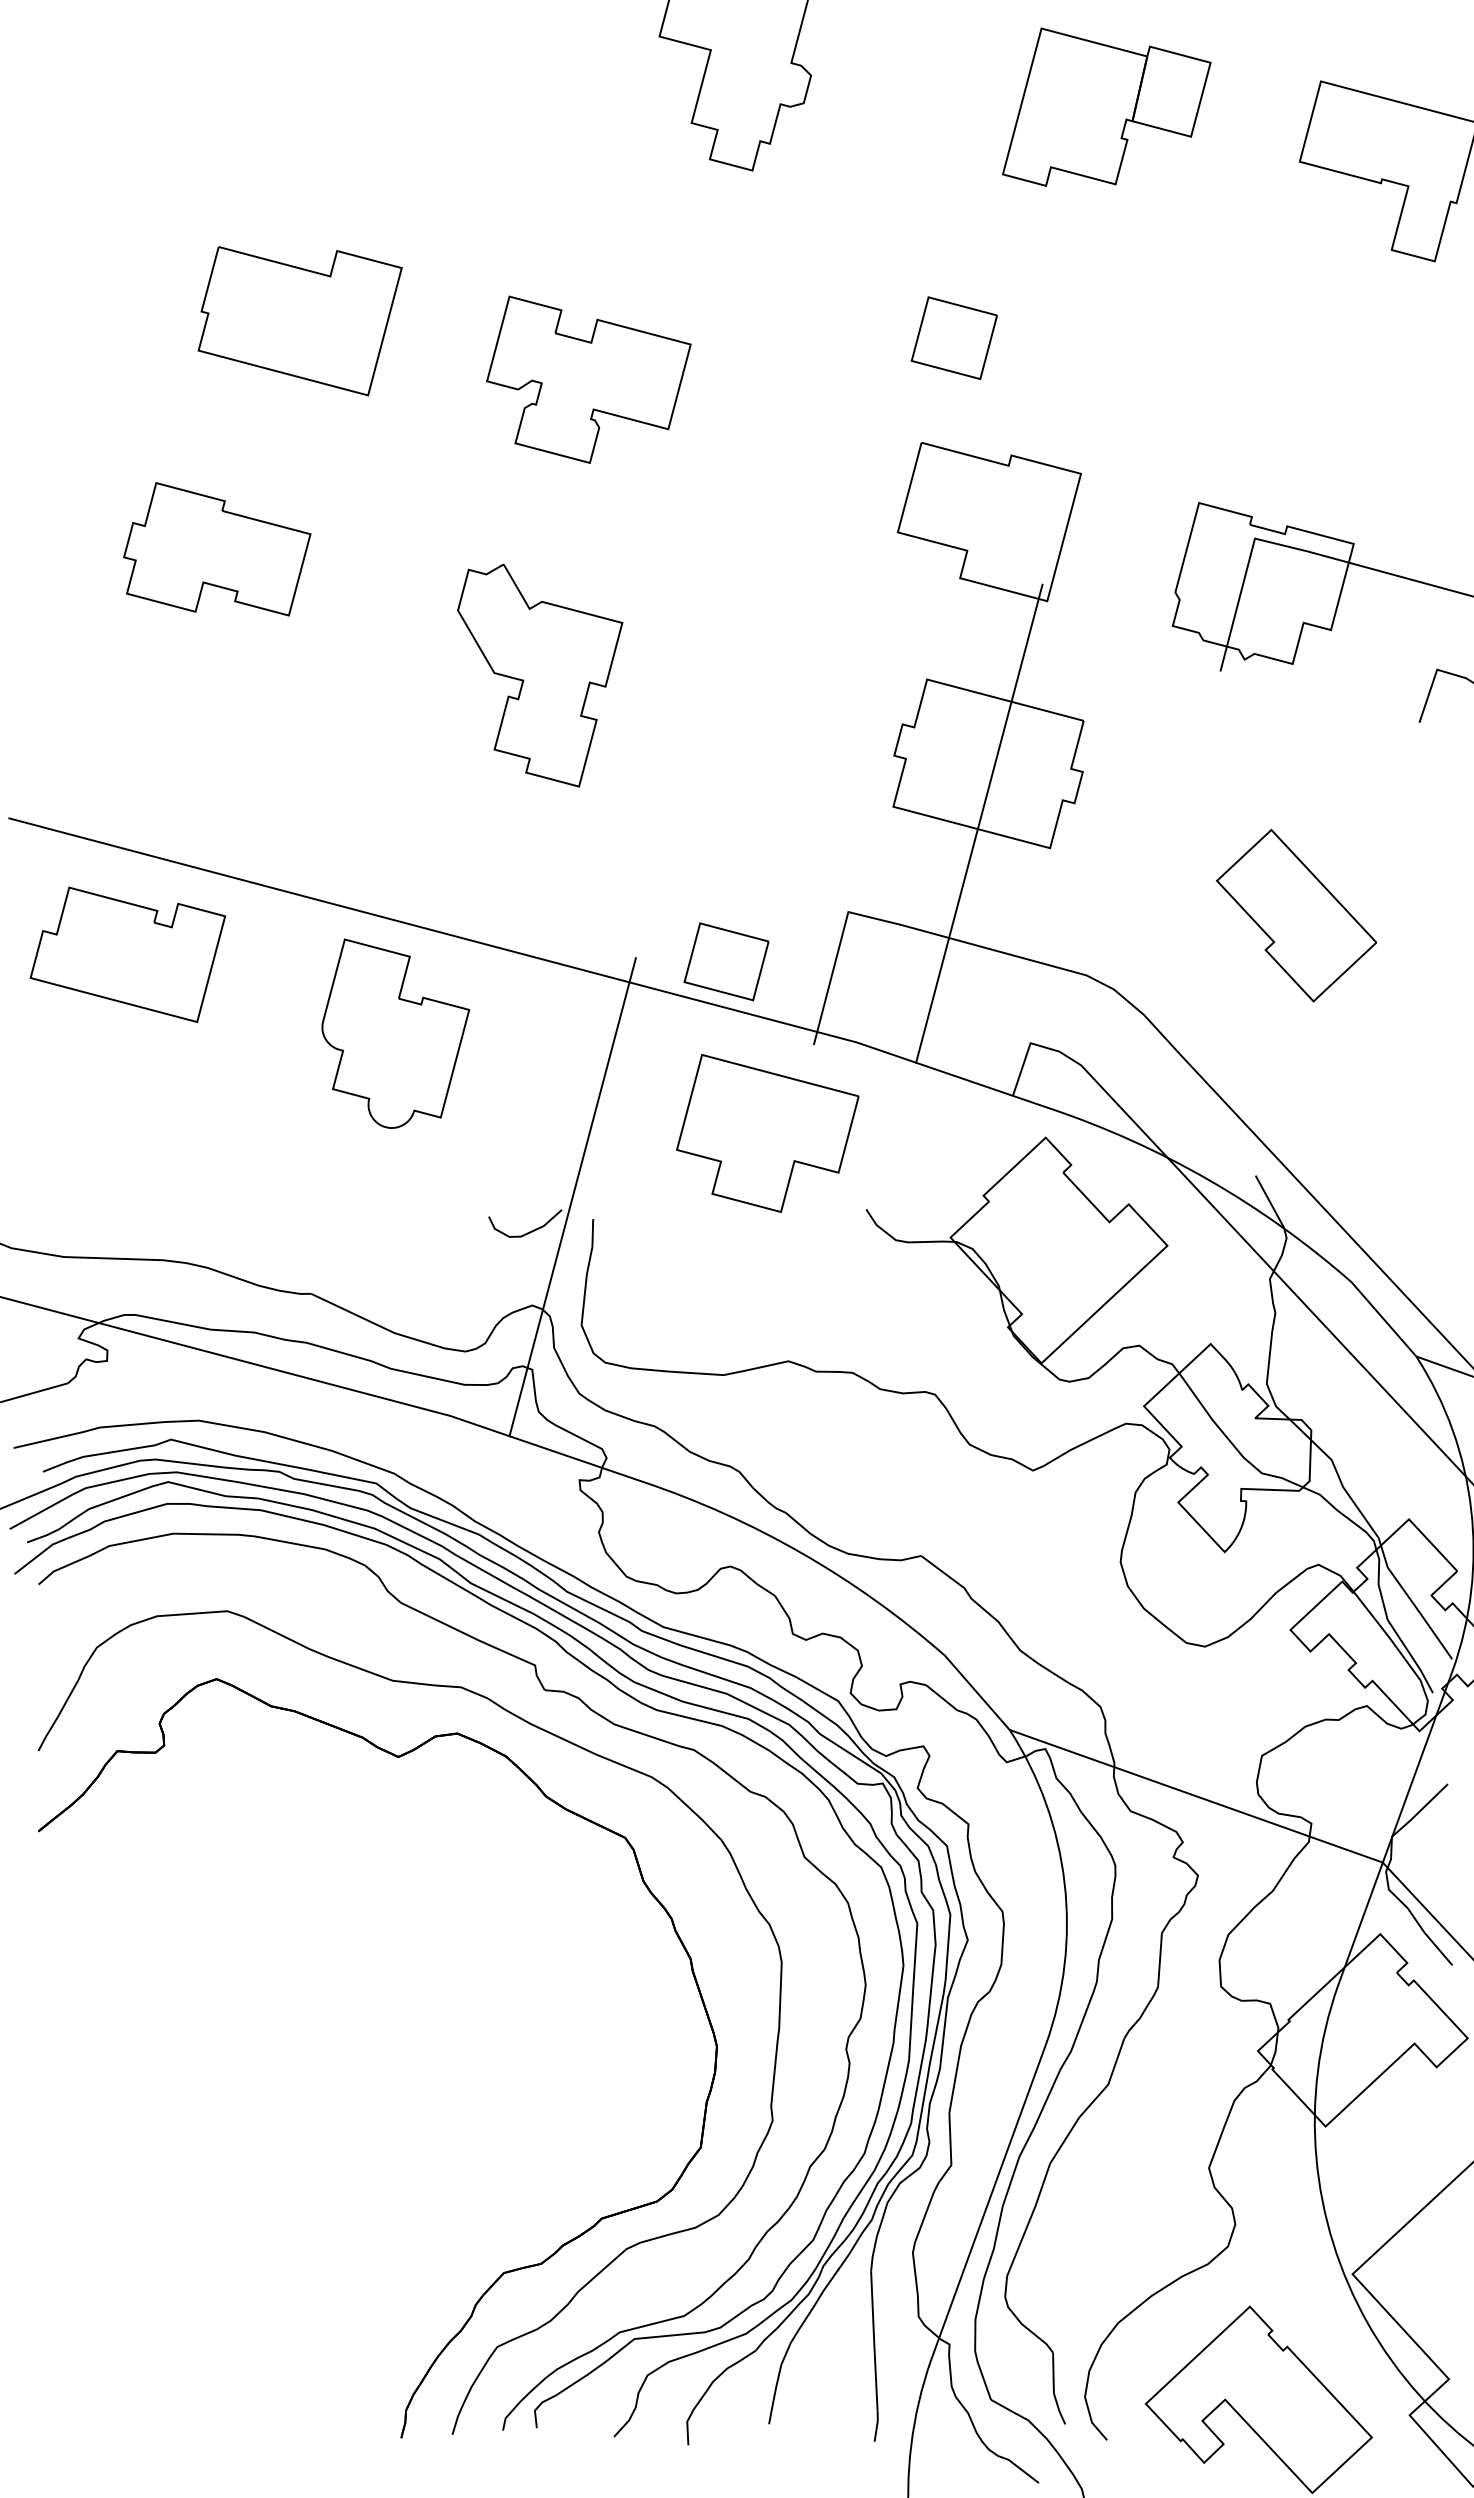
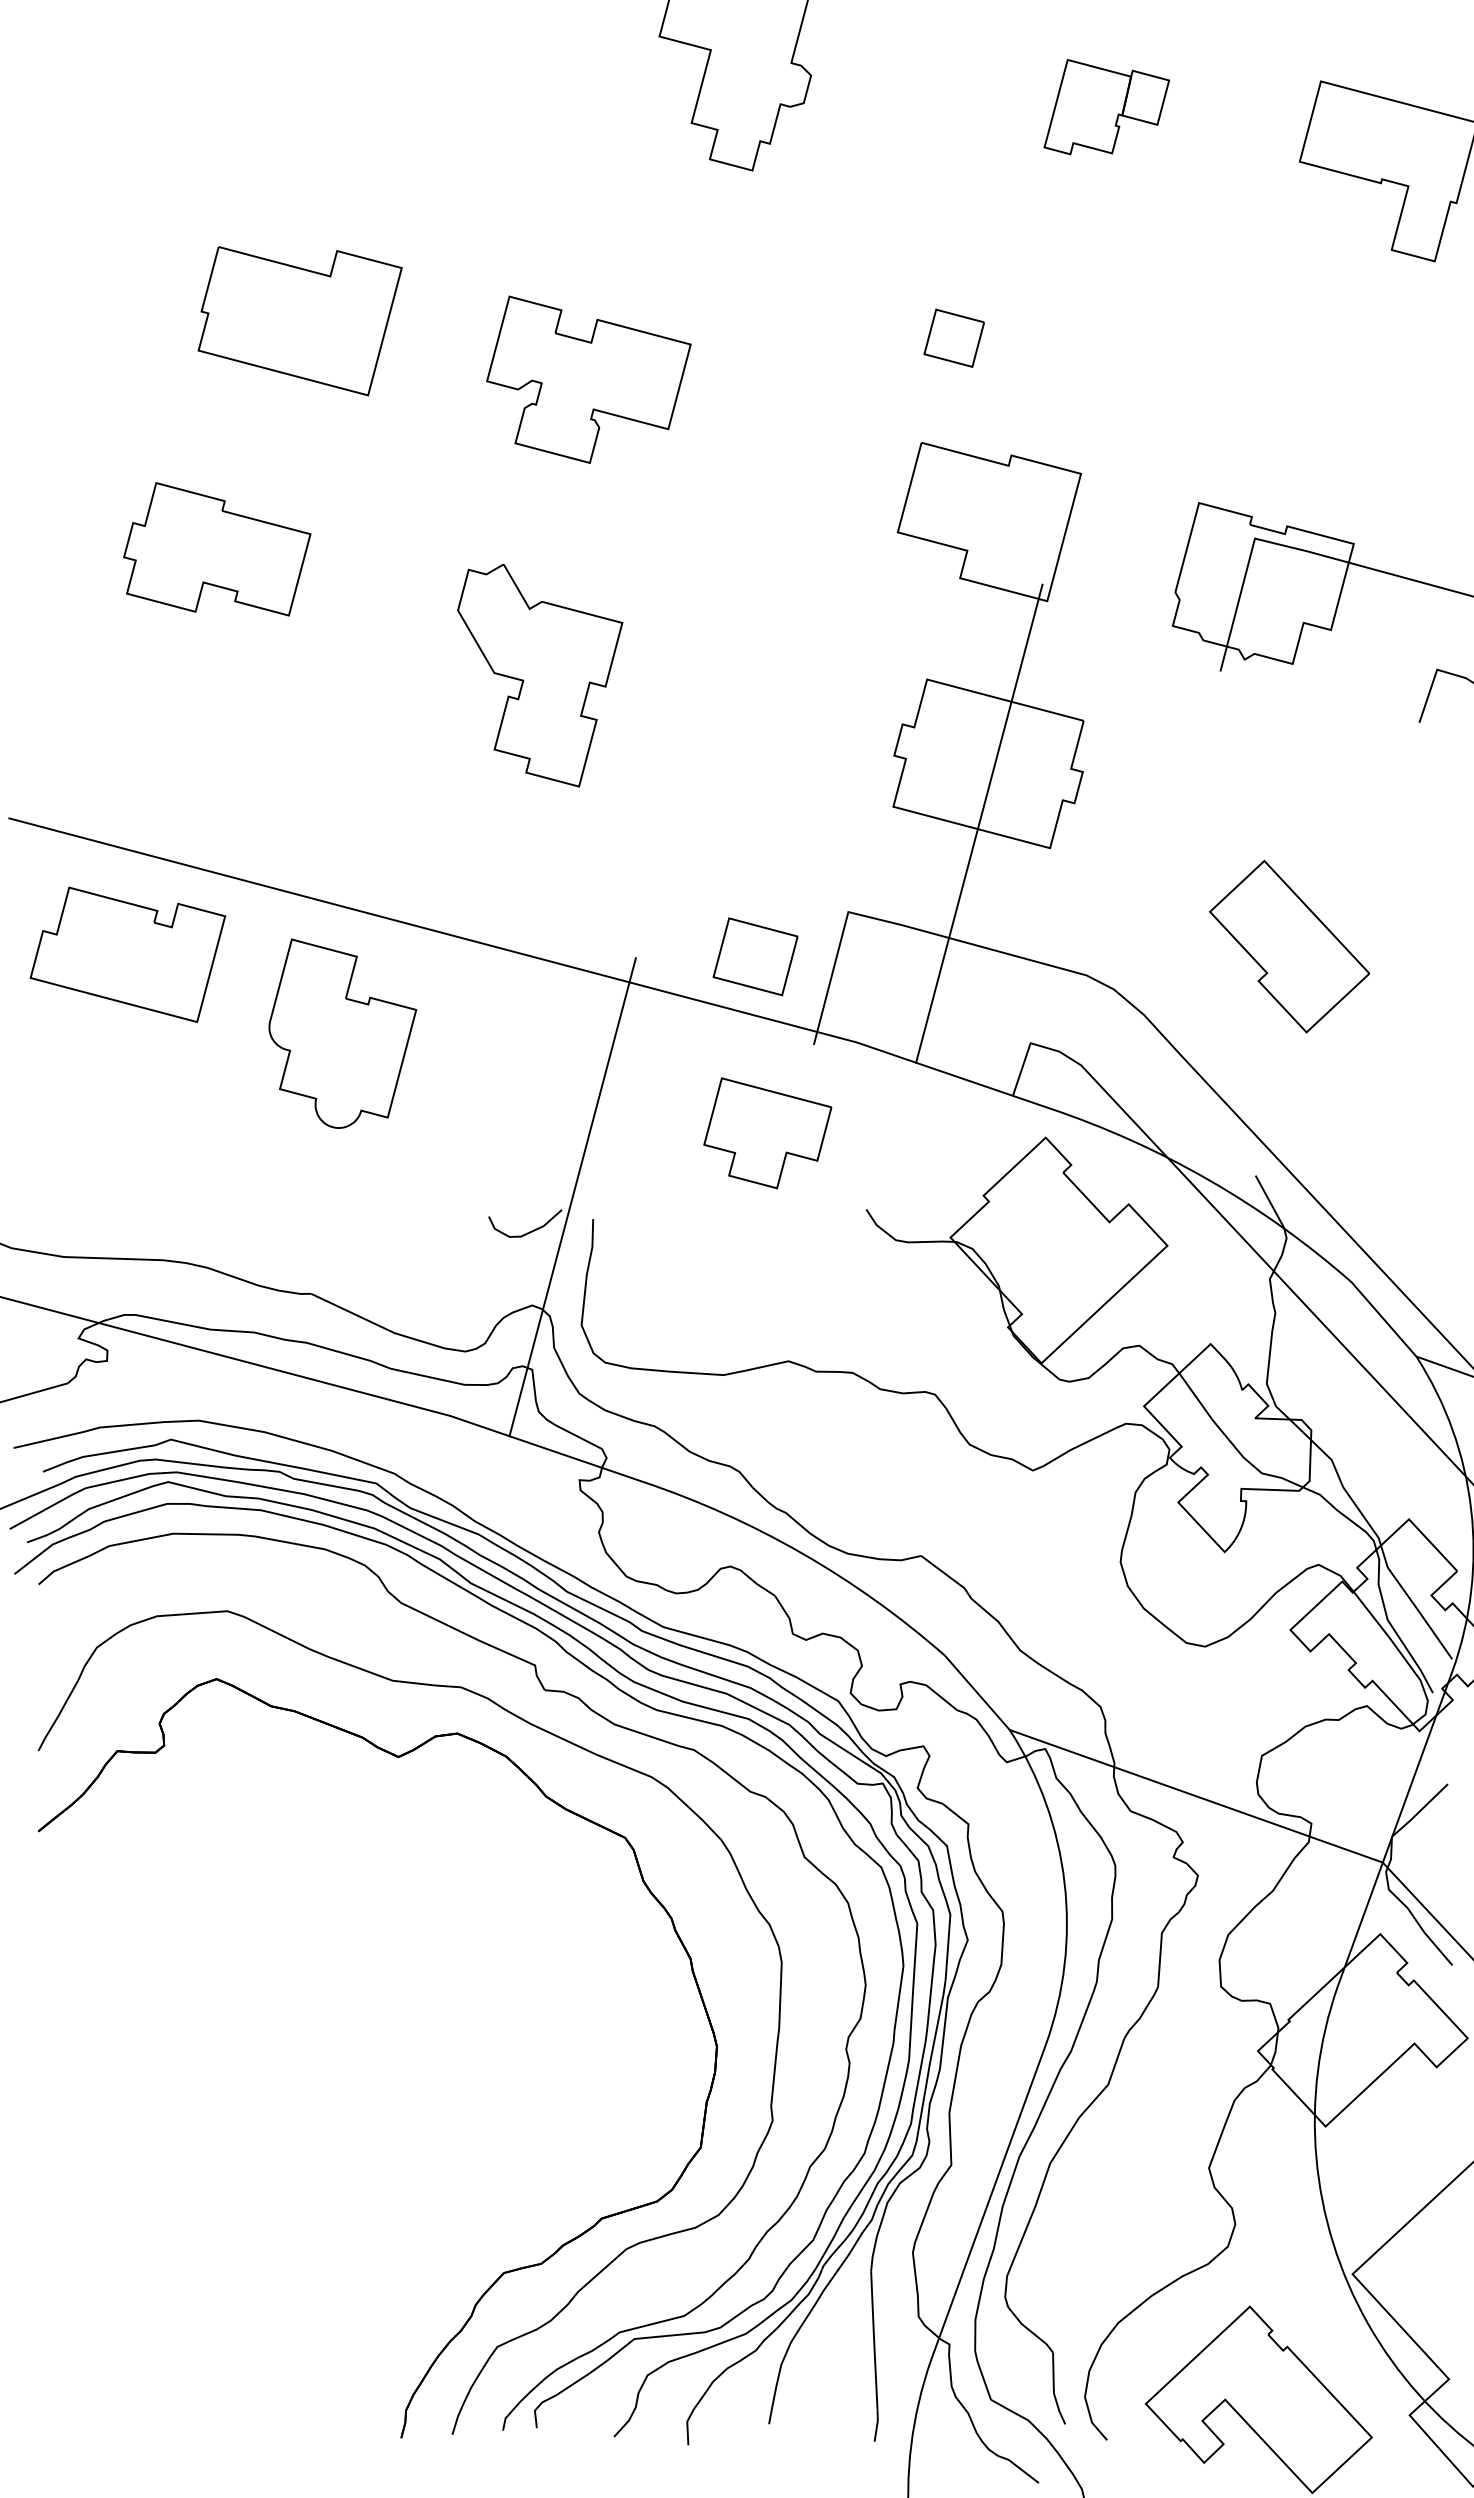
part at (1106, 106) size: 210x160 px -> 128x98 px
part at (953, 338) size: 88x85 px -> 62x60 px
part at (1296, 915) position: (1296, 915) -> (1289, 946)
part at (726, 961) position: (726, 961) -> (755, 956)
part at (395, 1033) position: (395, 1033) -> (342, 1033)
part at (767, 1132) size: 184x160 px -> 130x113 px
